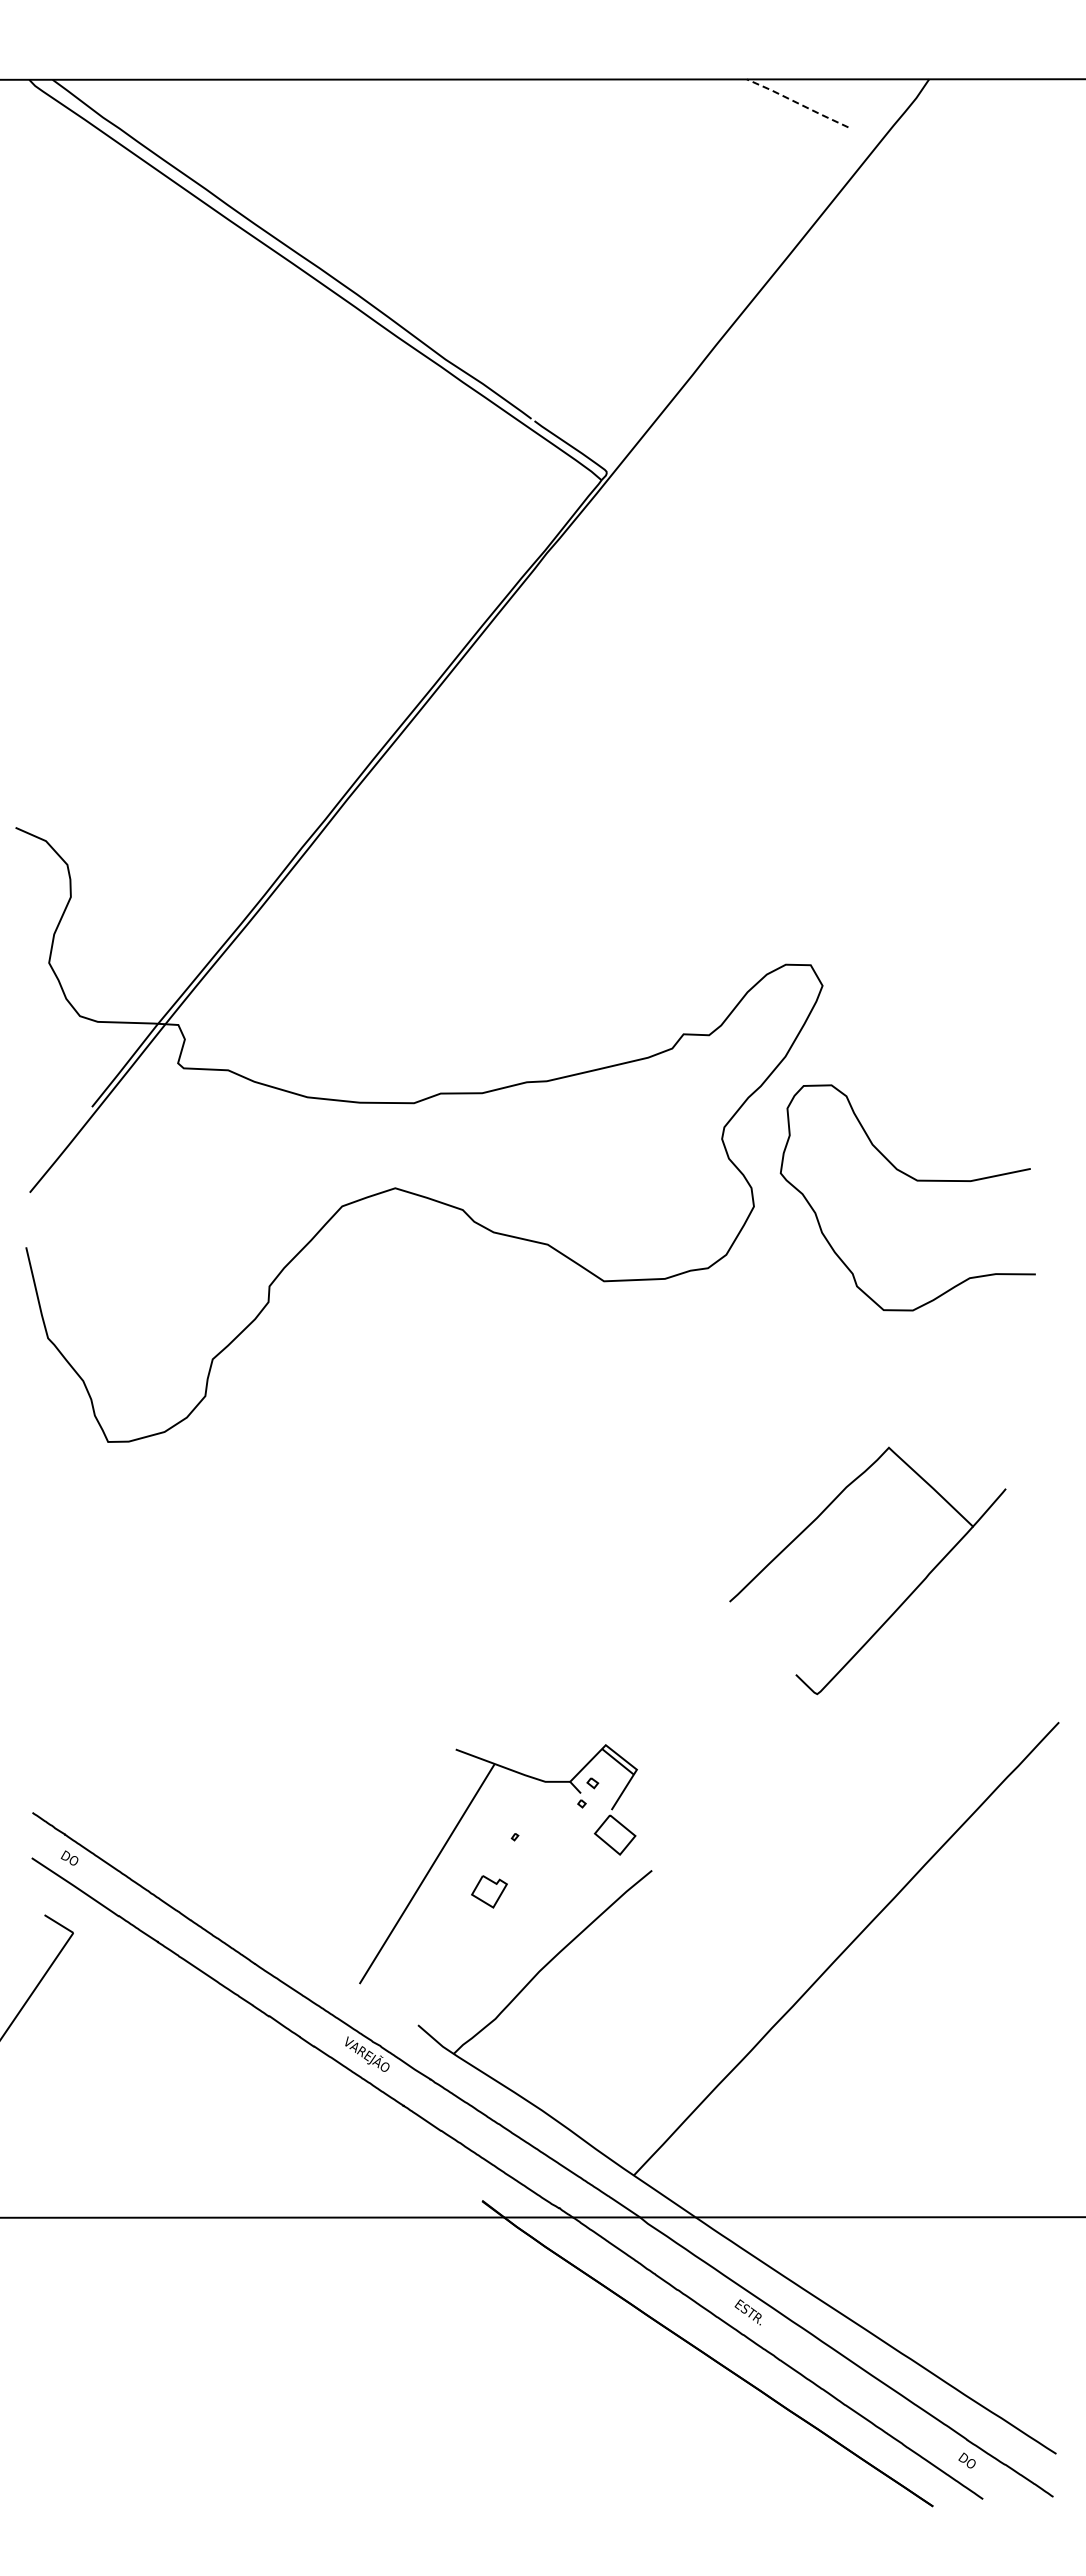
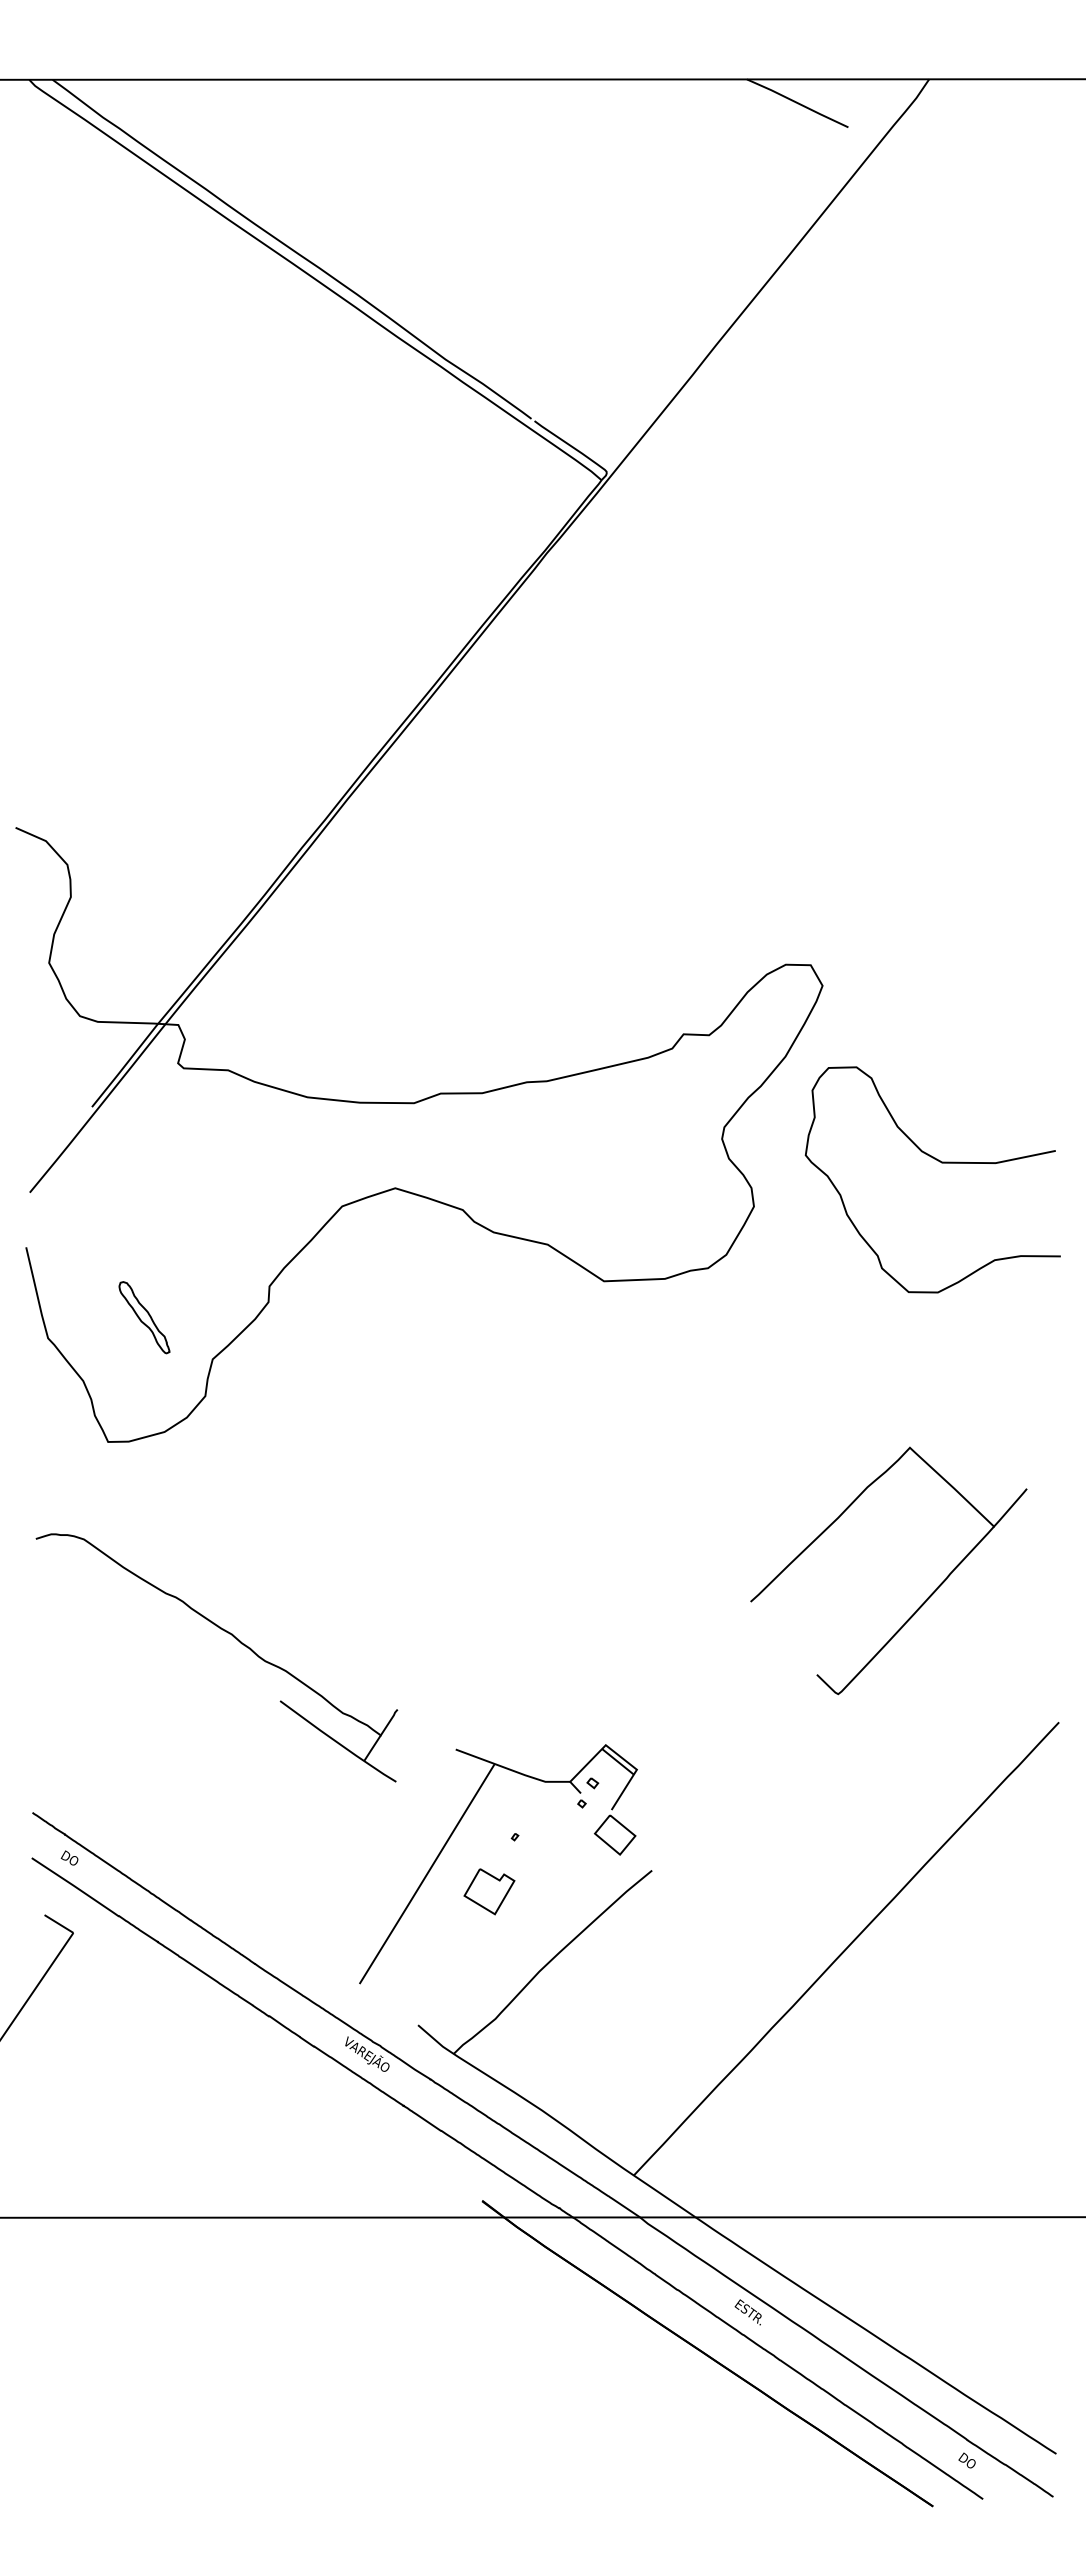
line at (797, 102): dashed -> solid
curve at (916, 1181) position: (916, 1181) -> (941, 1163)
part at (144, 1317): none -> present
part at (901, 1603) position: (901, 1603) -> (922, 1603)
part at (234, 1638): none -> present
part at (489, 1891) size: 37x34 px -> 53x48 px
